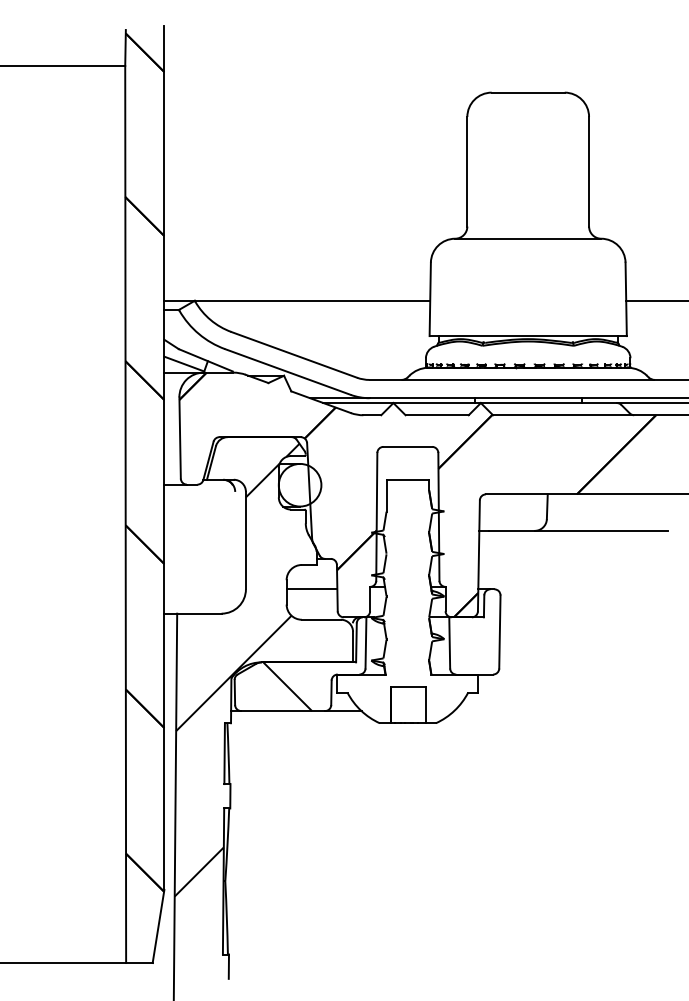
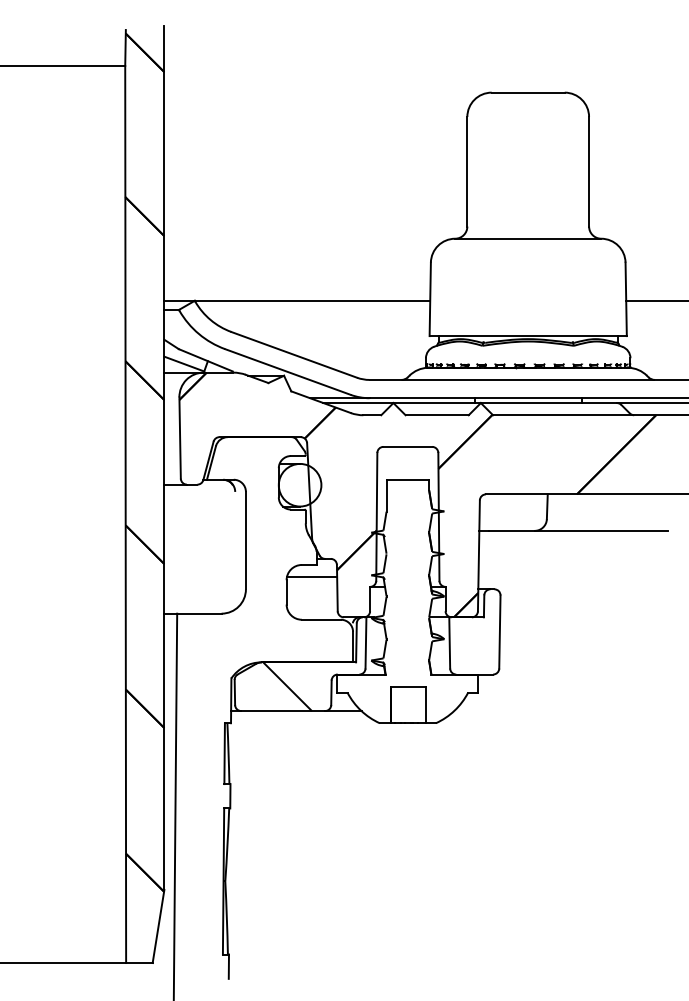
line at (311, 589) position: (311, 589) -> (311, 577)
hatch at (236, 669): present -> none
